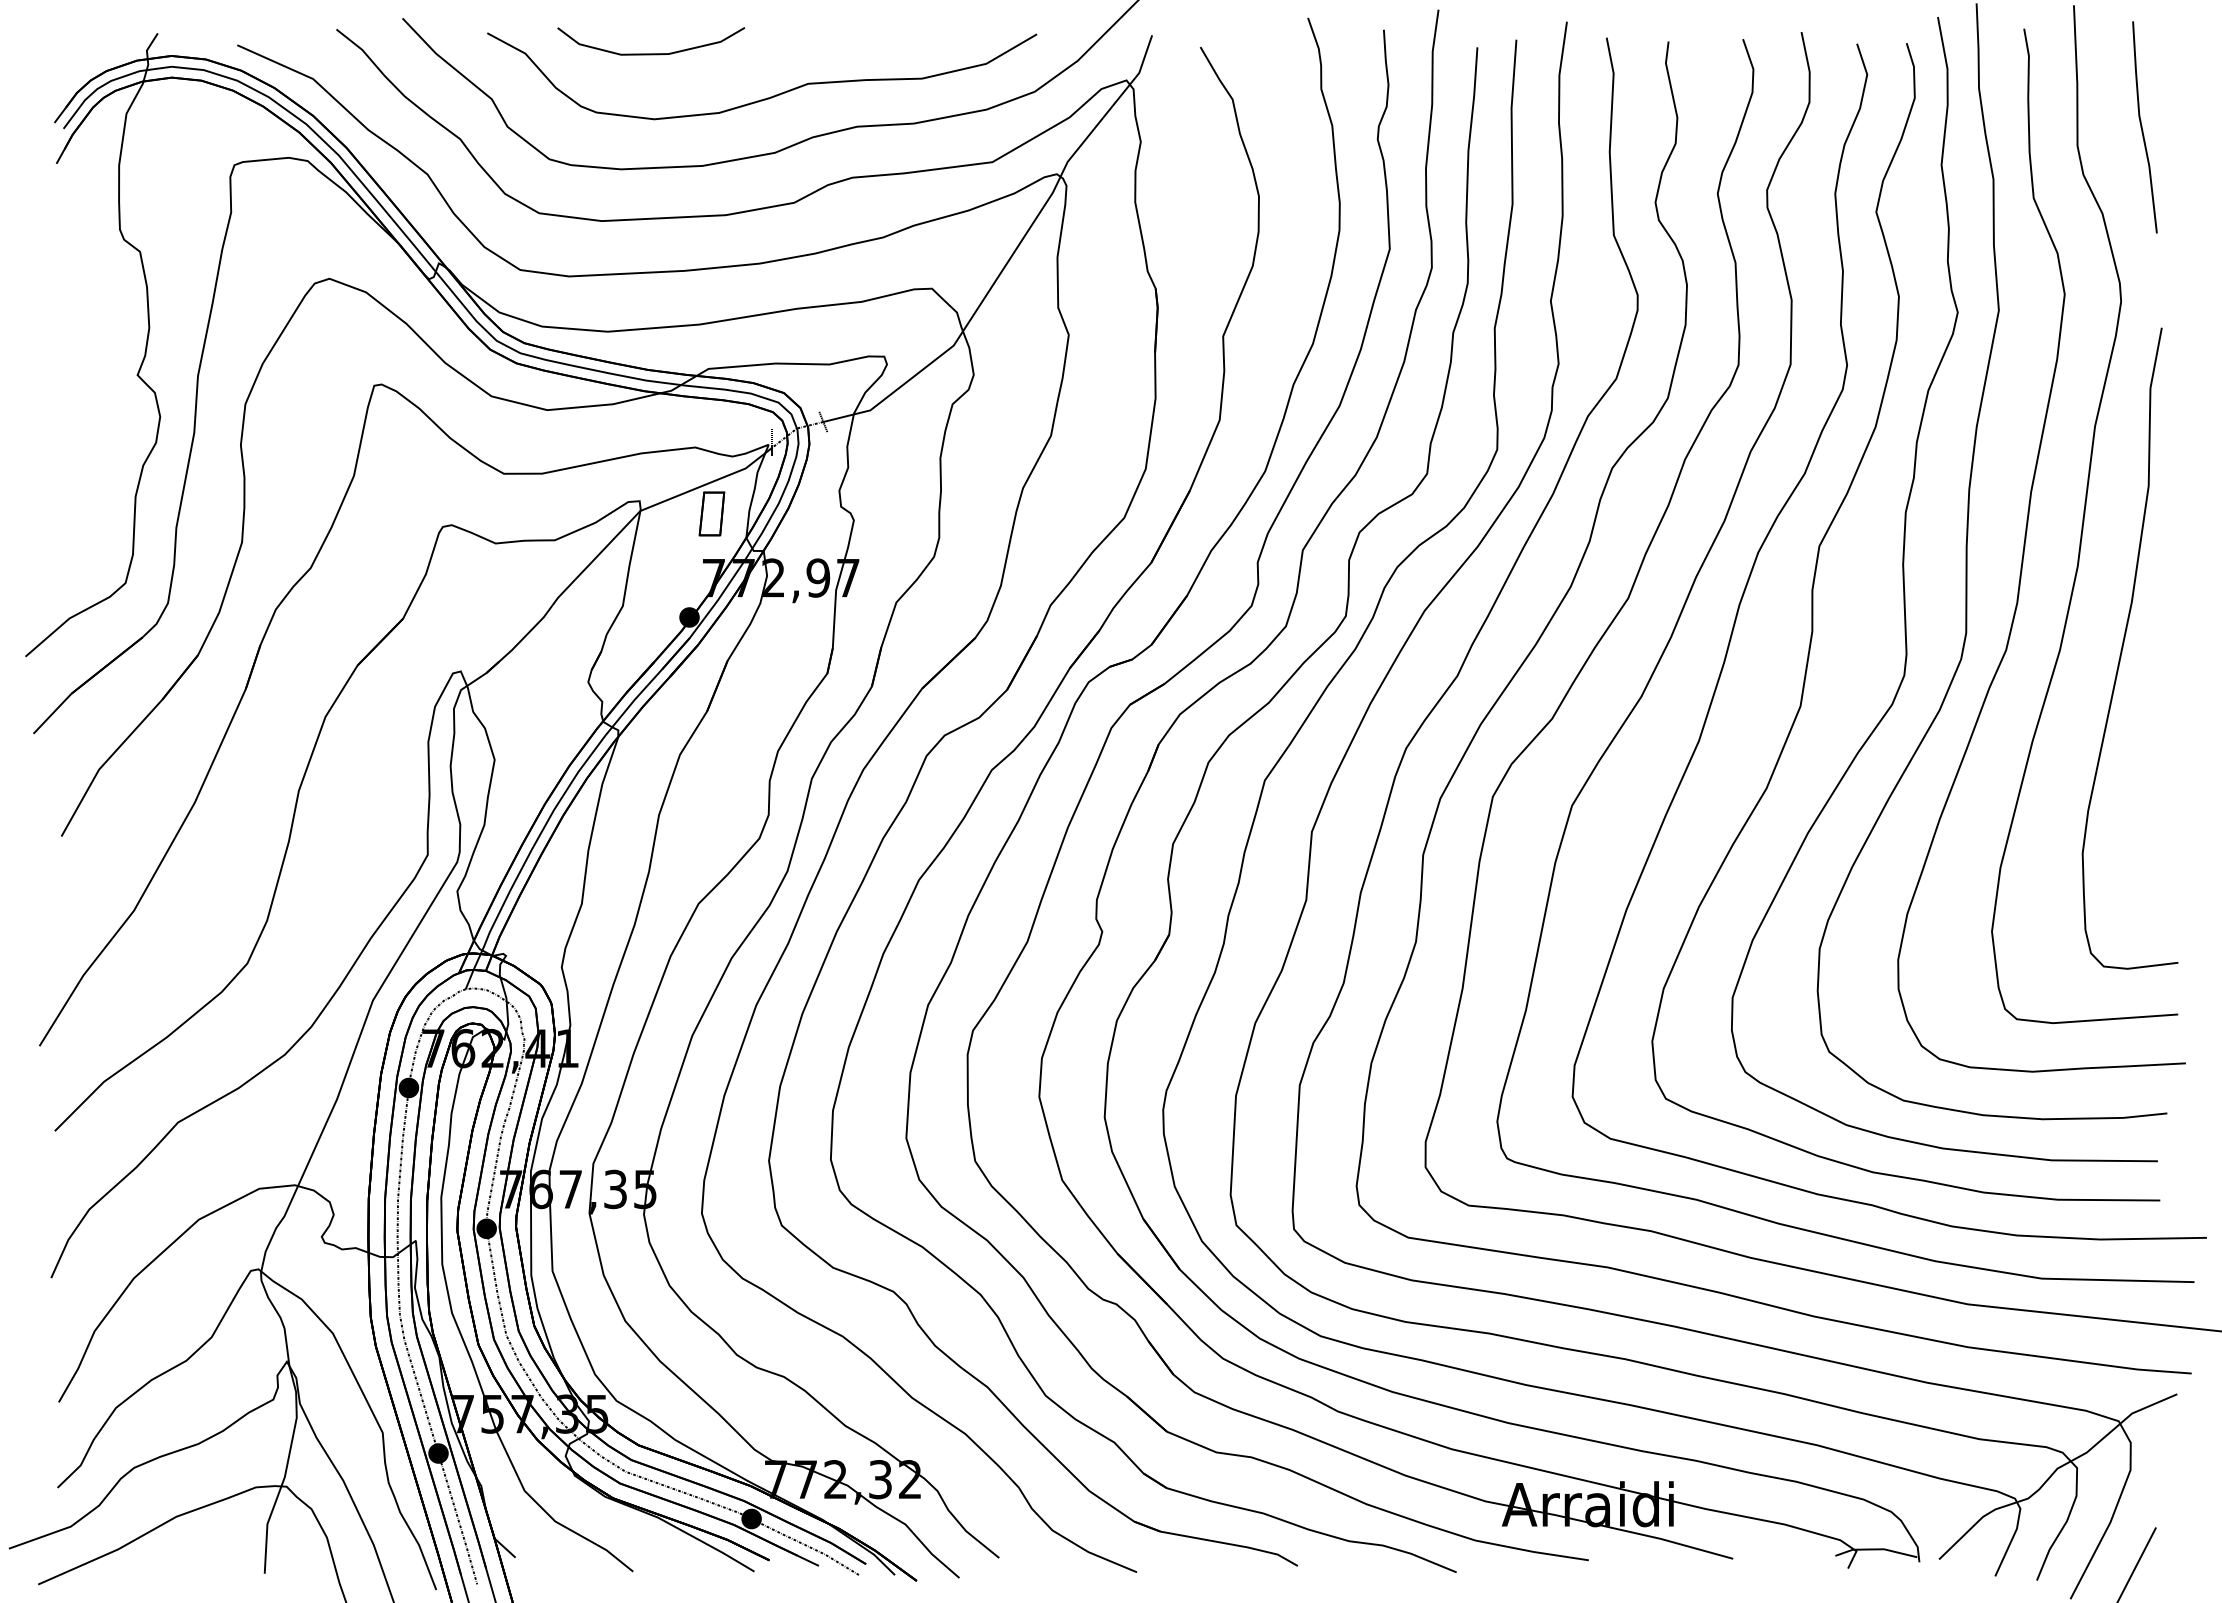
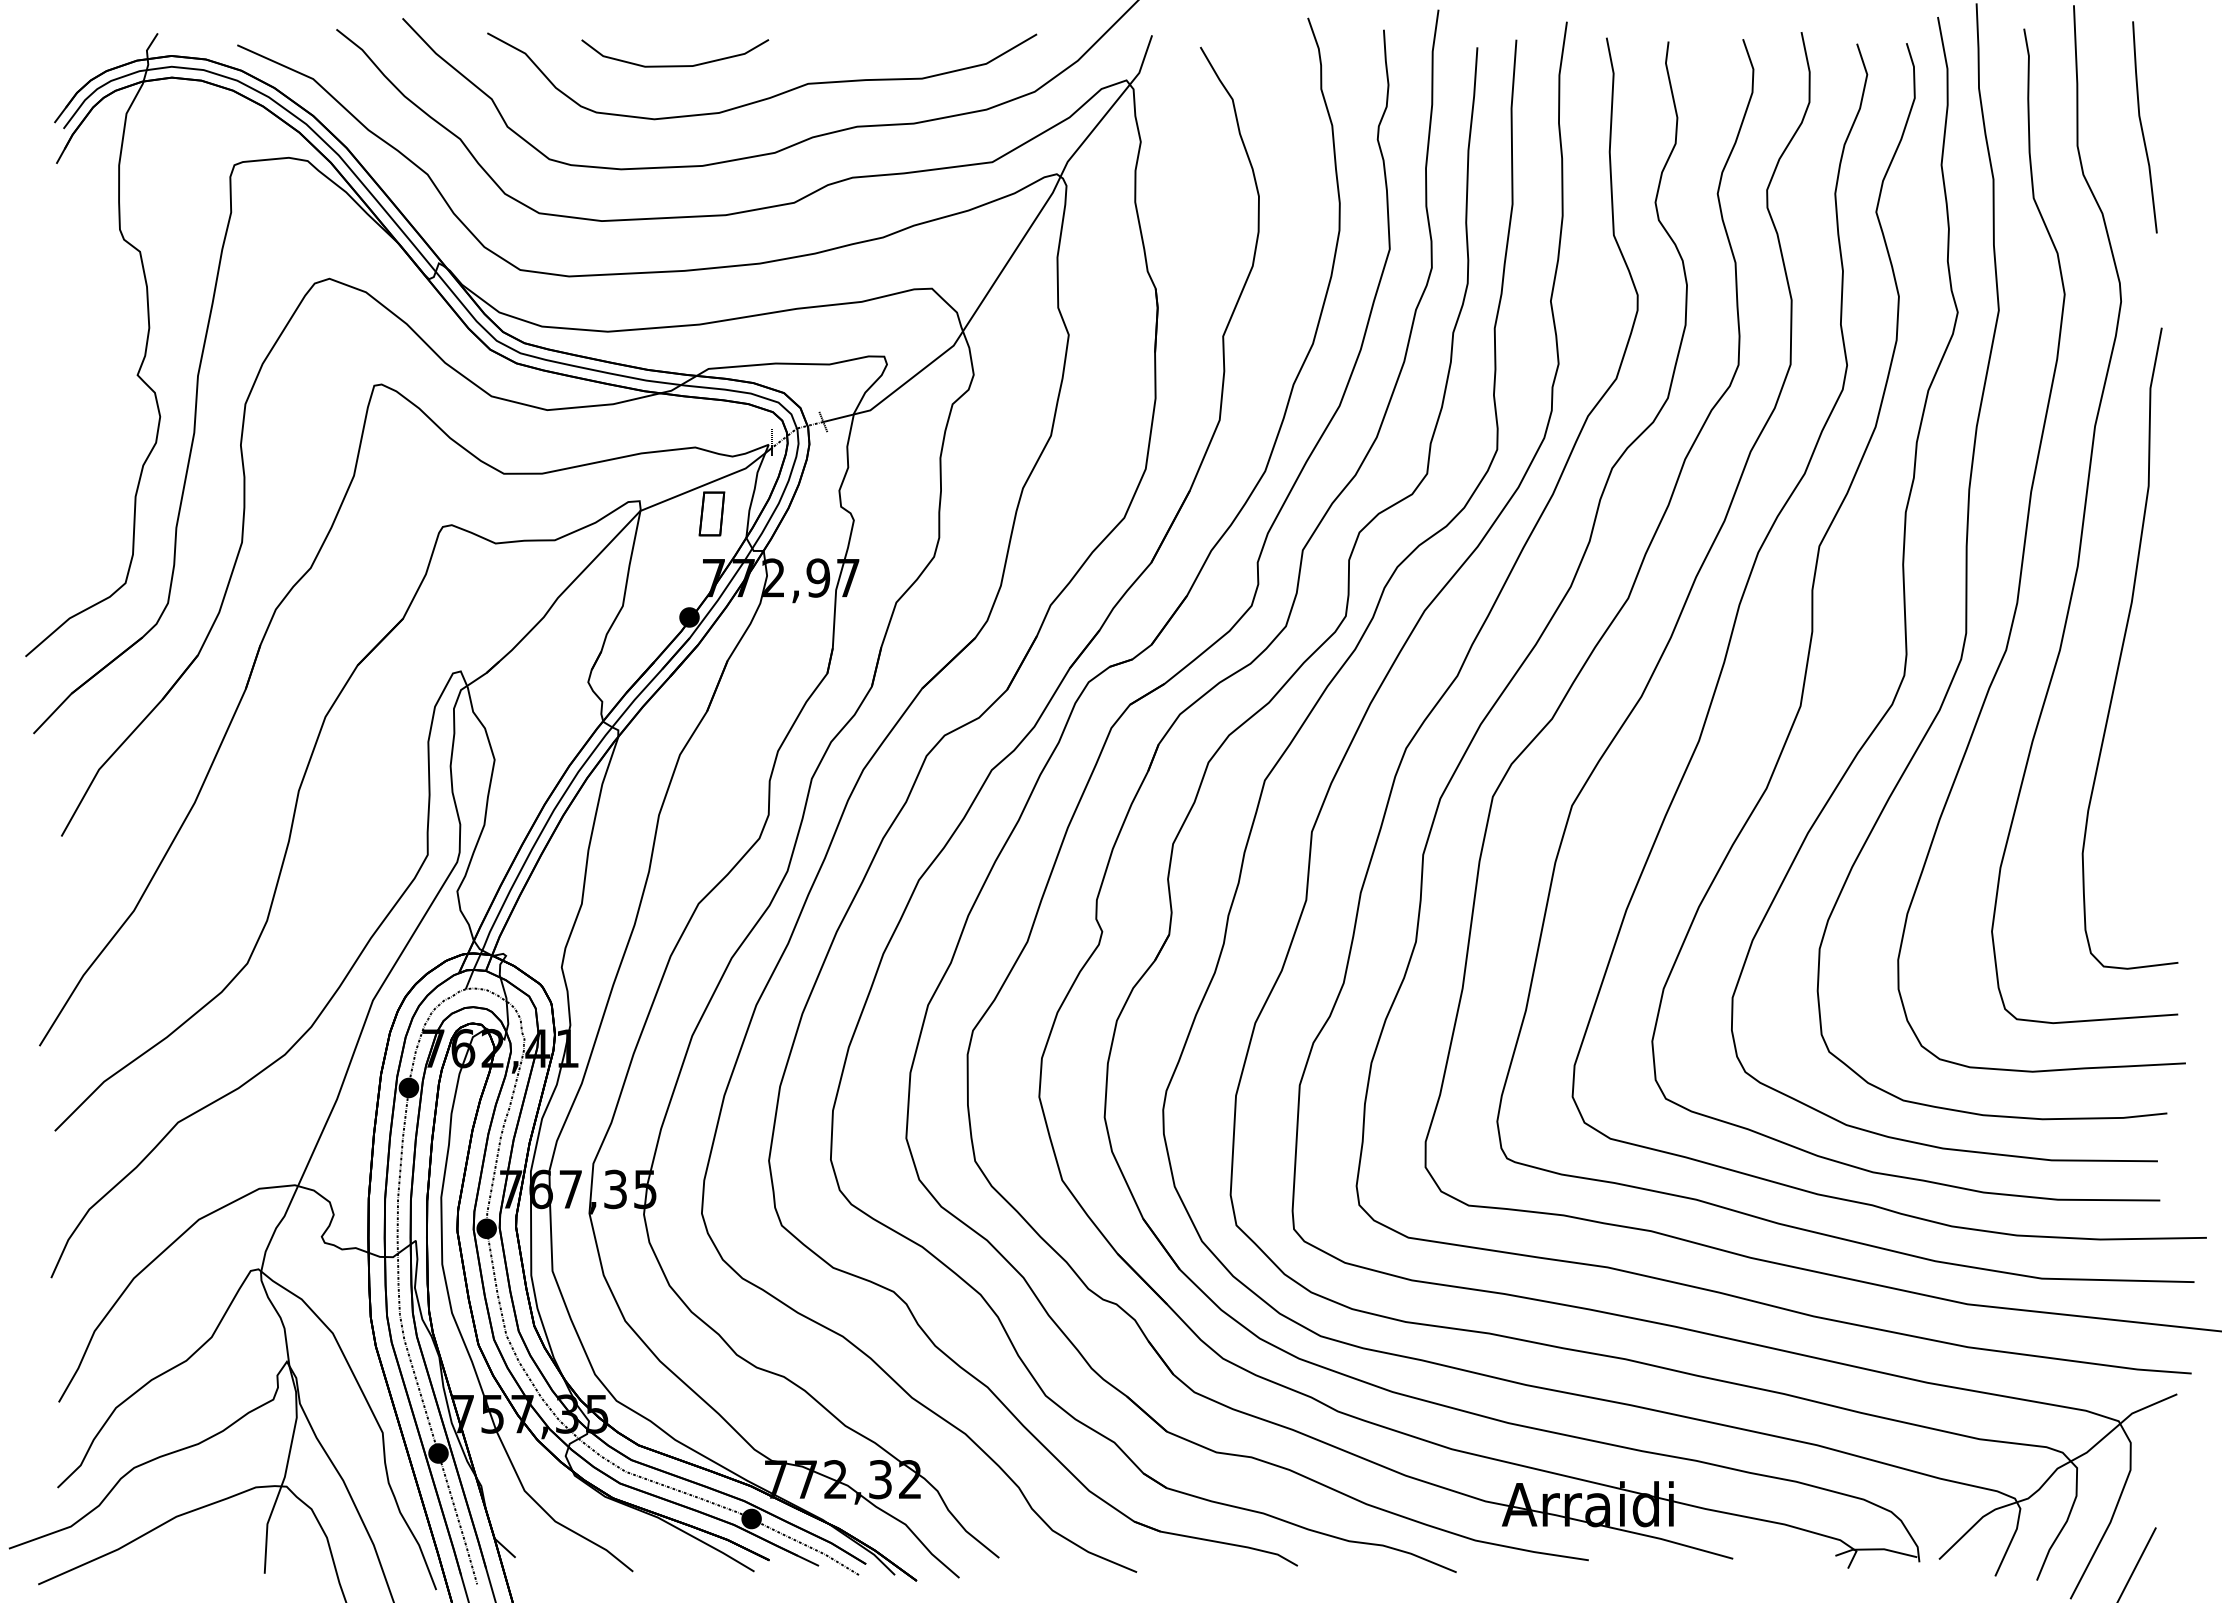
curve at (651, 53) position: (651, 53) -> (675, 65)
